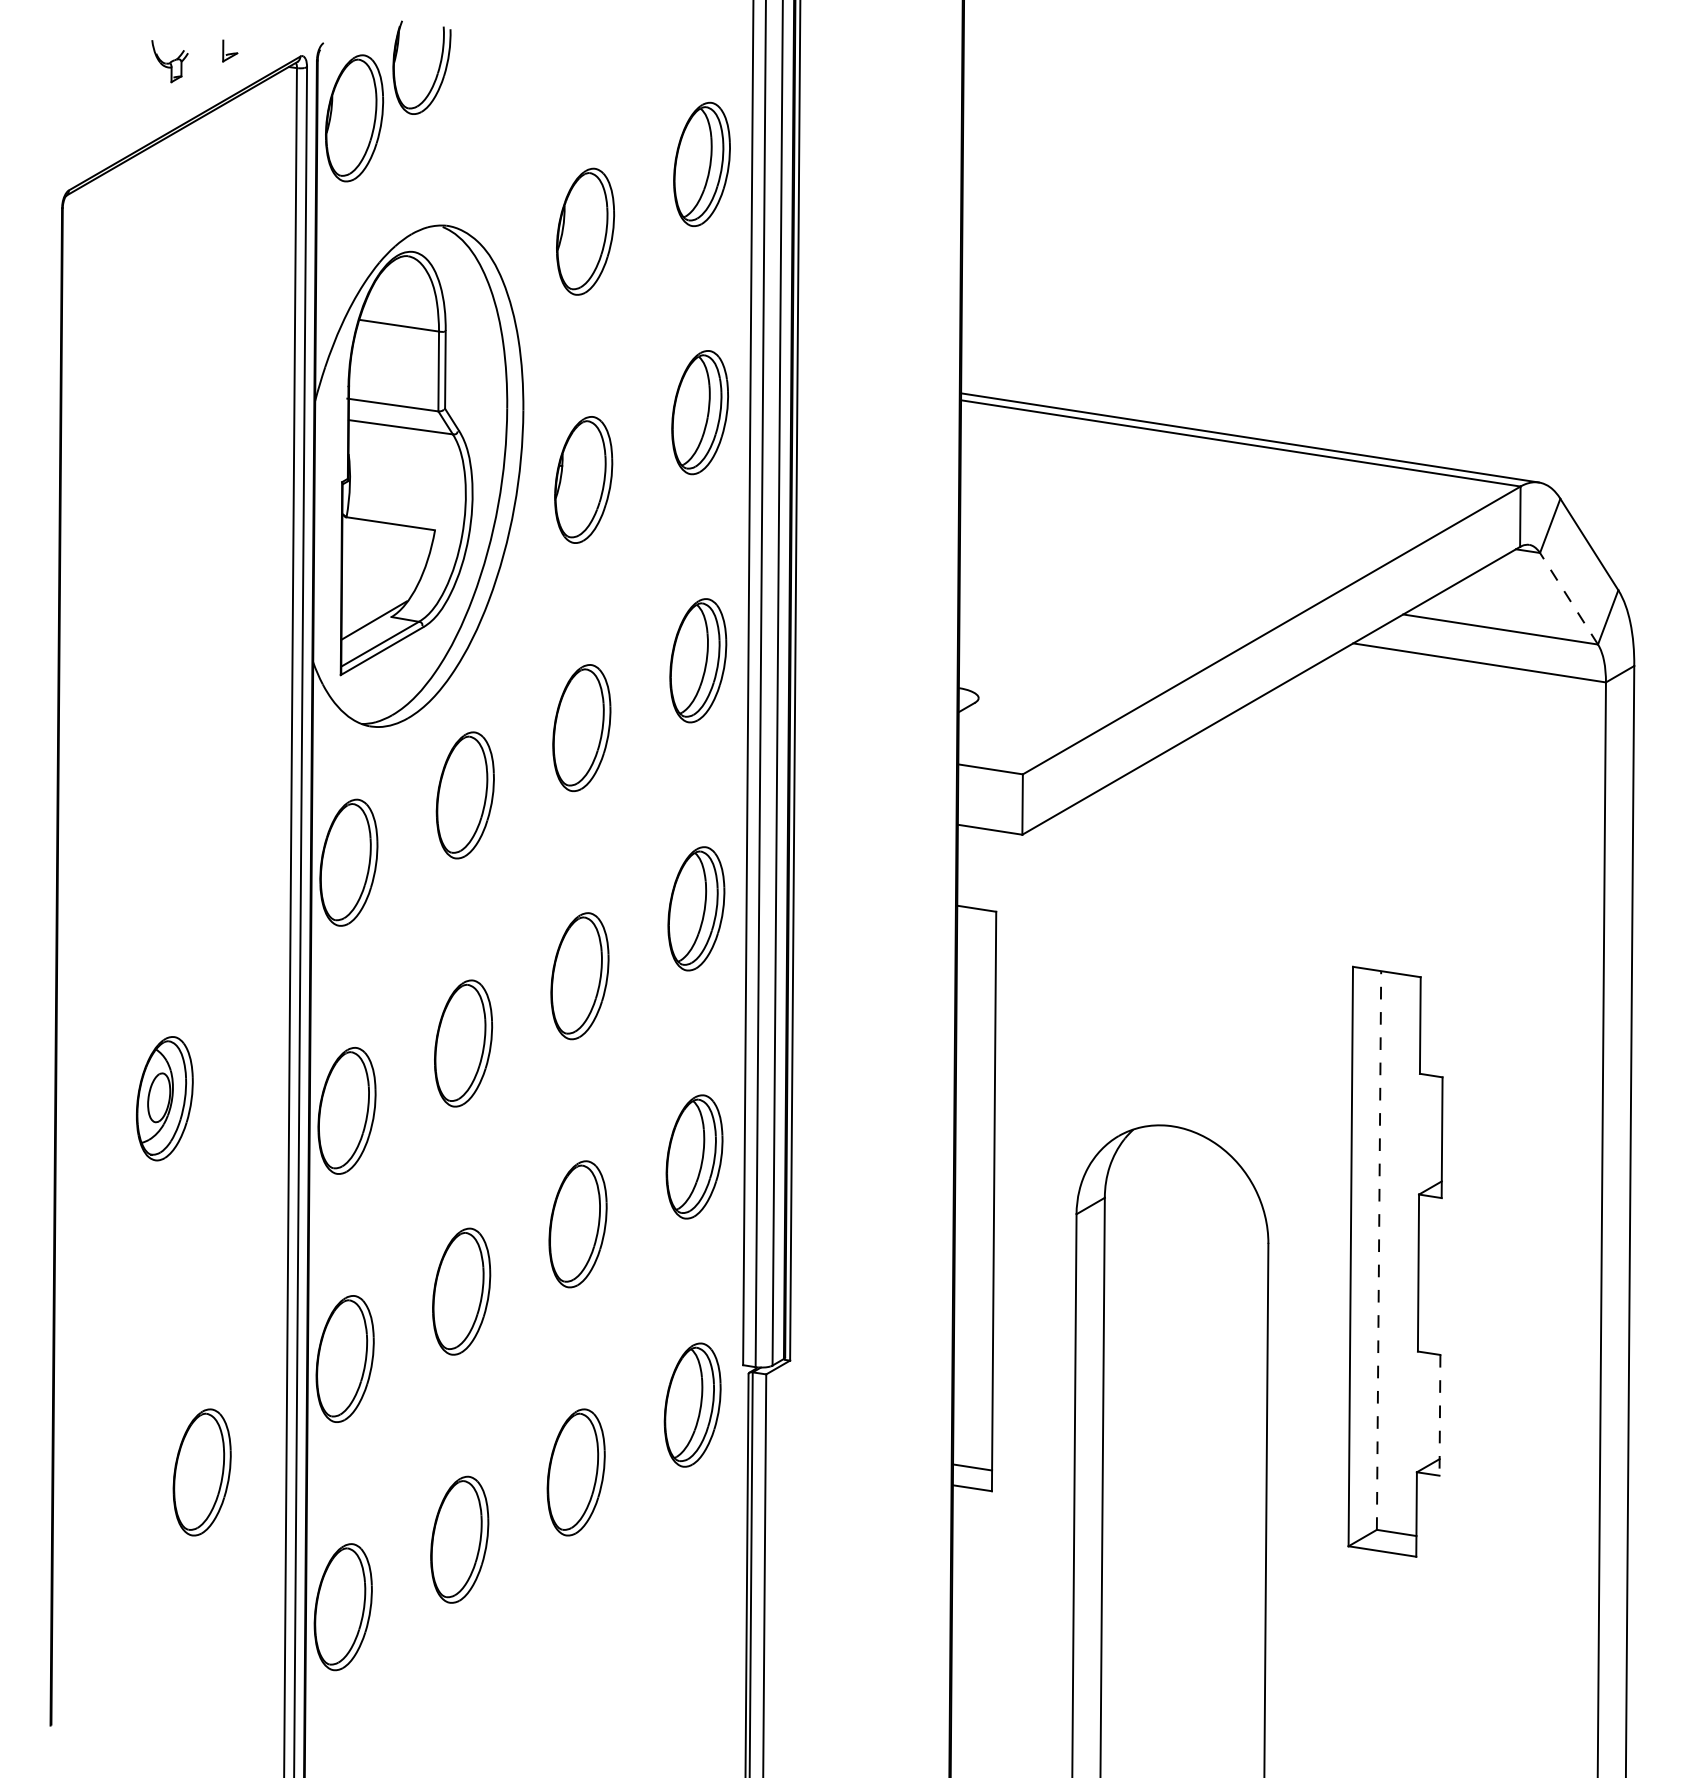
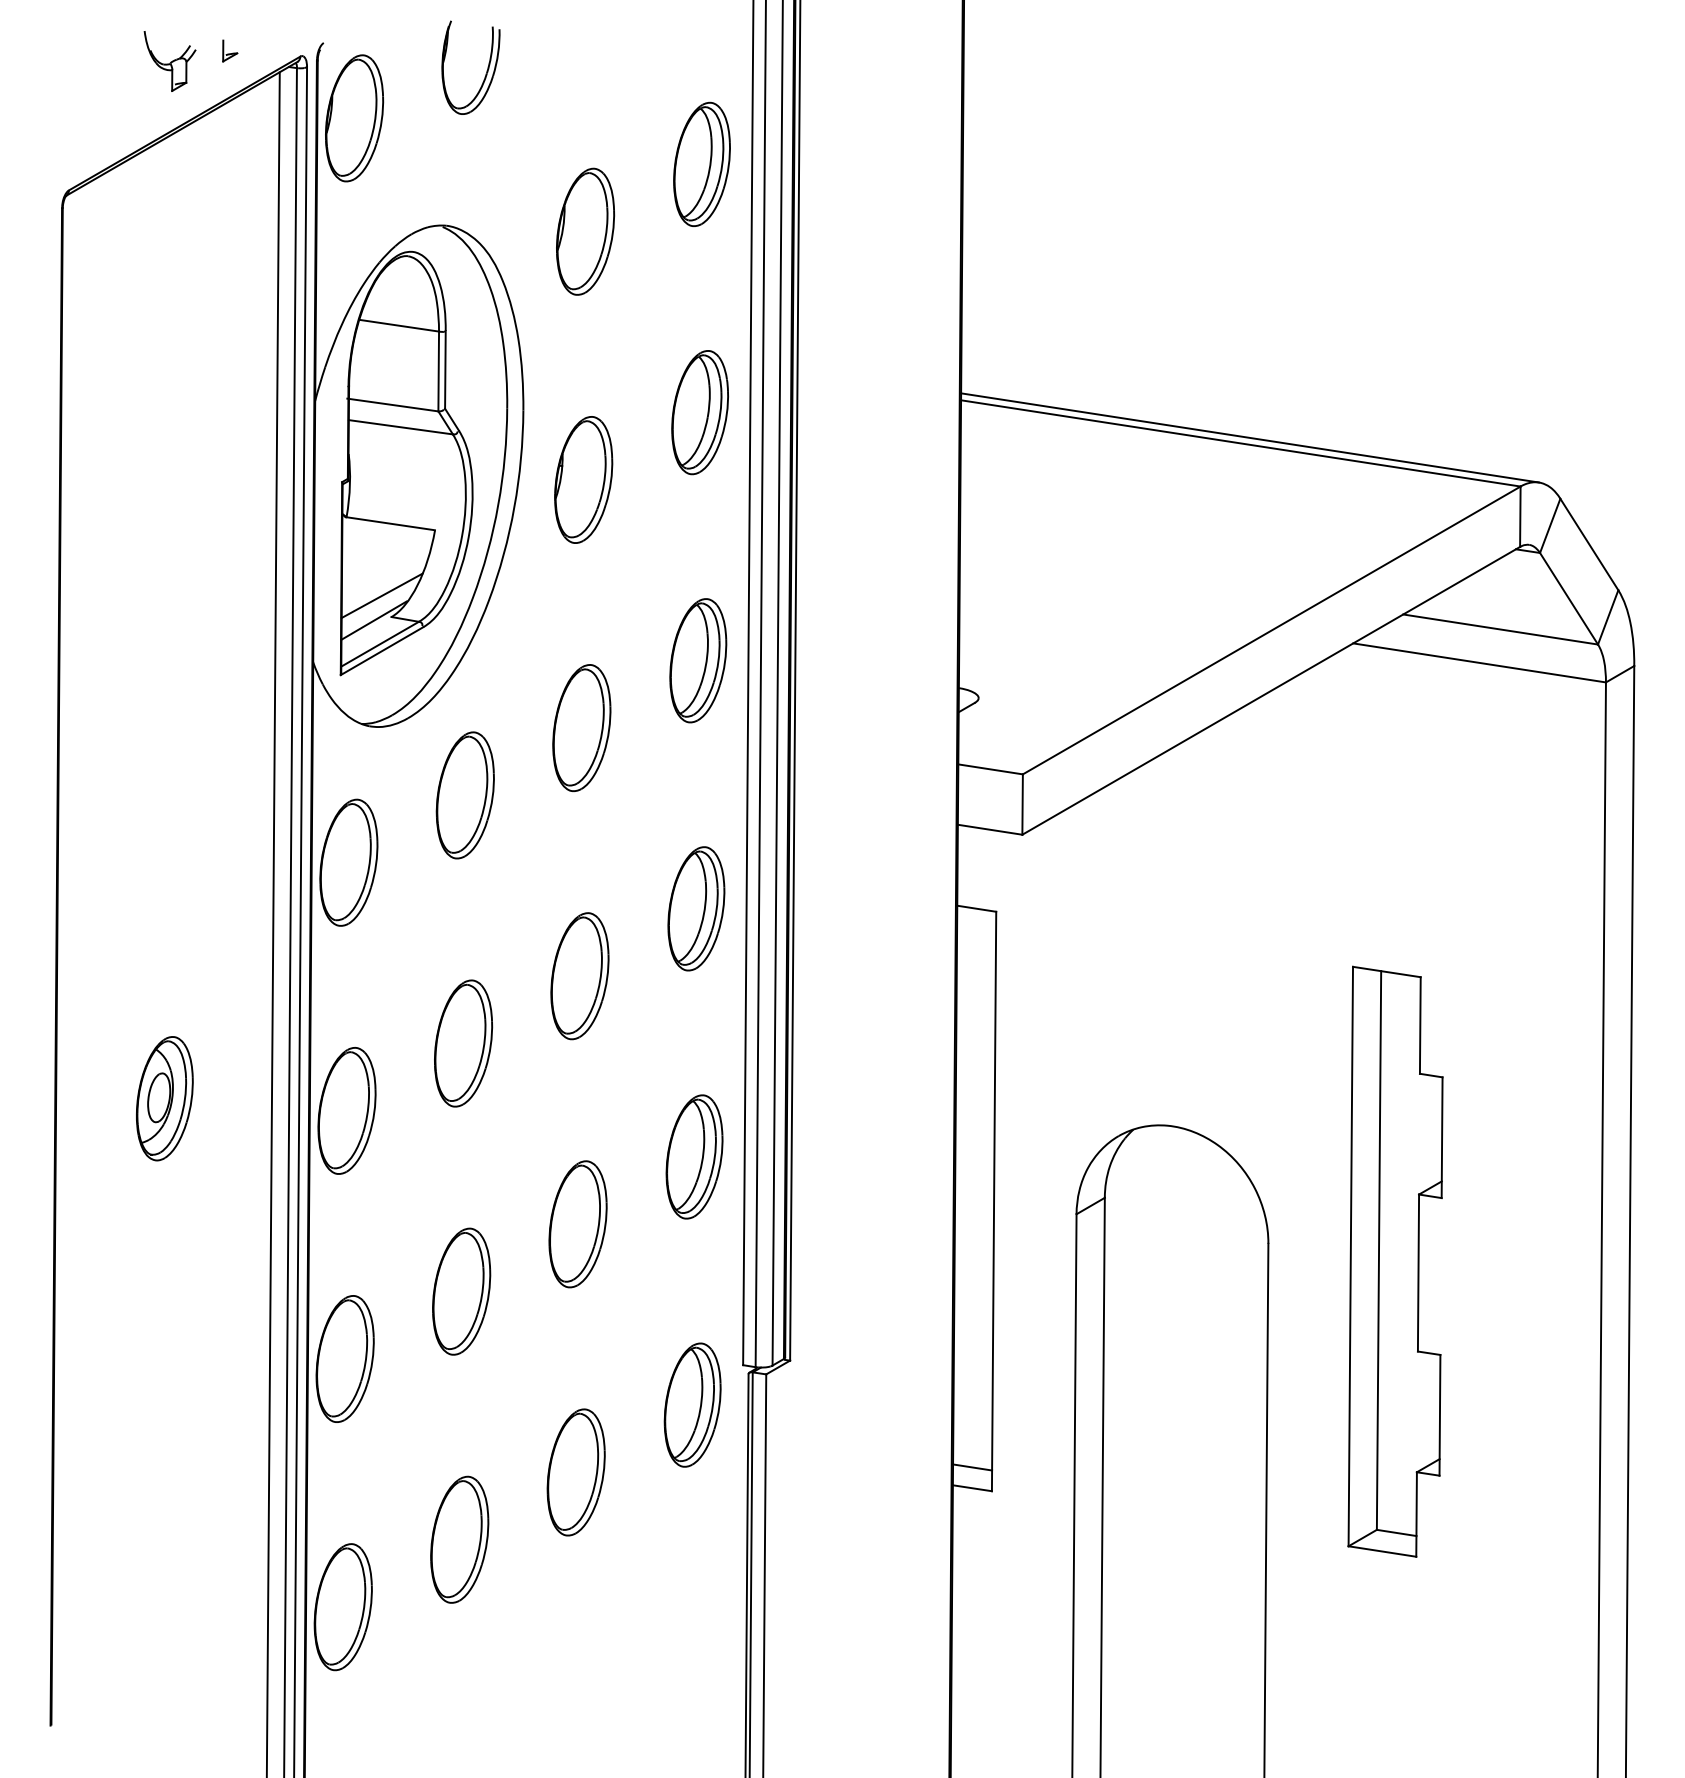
part at (169, 61) size: 38x44 px -> 54x61 px
part at (436, 73) position: (436, 73) -> (485, 73)
line at (381, 595): none -> present
line at (1568, 598): dashed -> solid
line at (272, 923): none -> present
line at (1379, 1250): dashed -> solid
line at (1439, 1415): dashed -> solid
part at (201, 1472): present -> none
